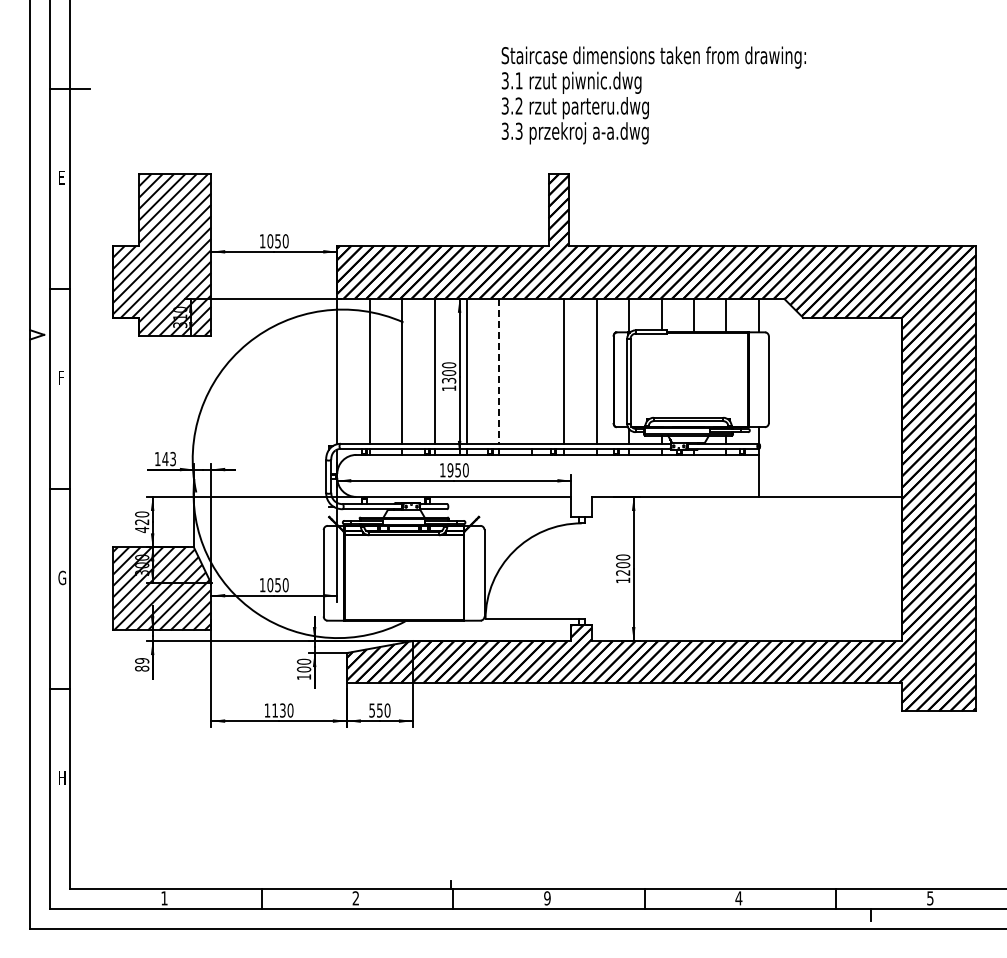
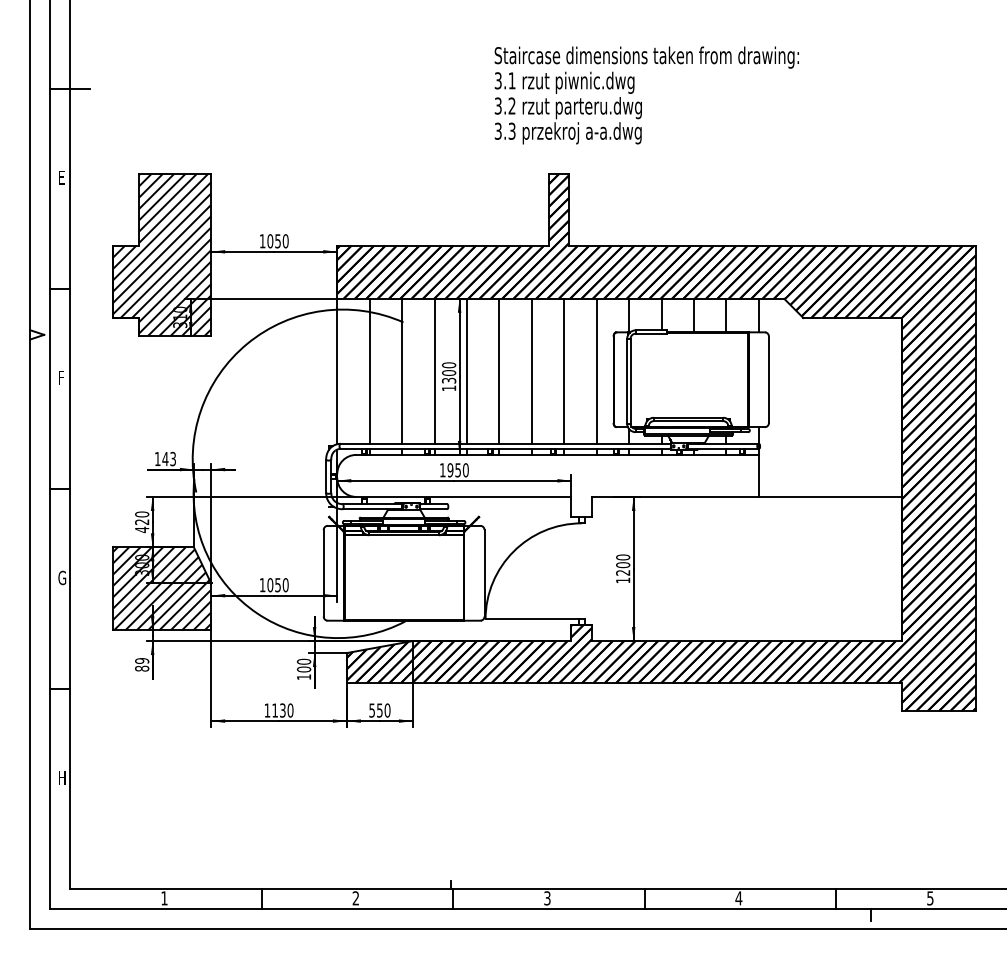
text at (653, 95) position: (653, 95) -> (646, 95)
line at (531, 370): none -> present
line at (499, 371): dashed -> solid
text at (547, 898): 9 -> 3
